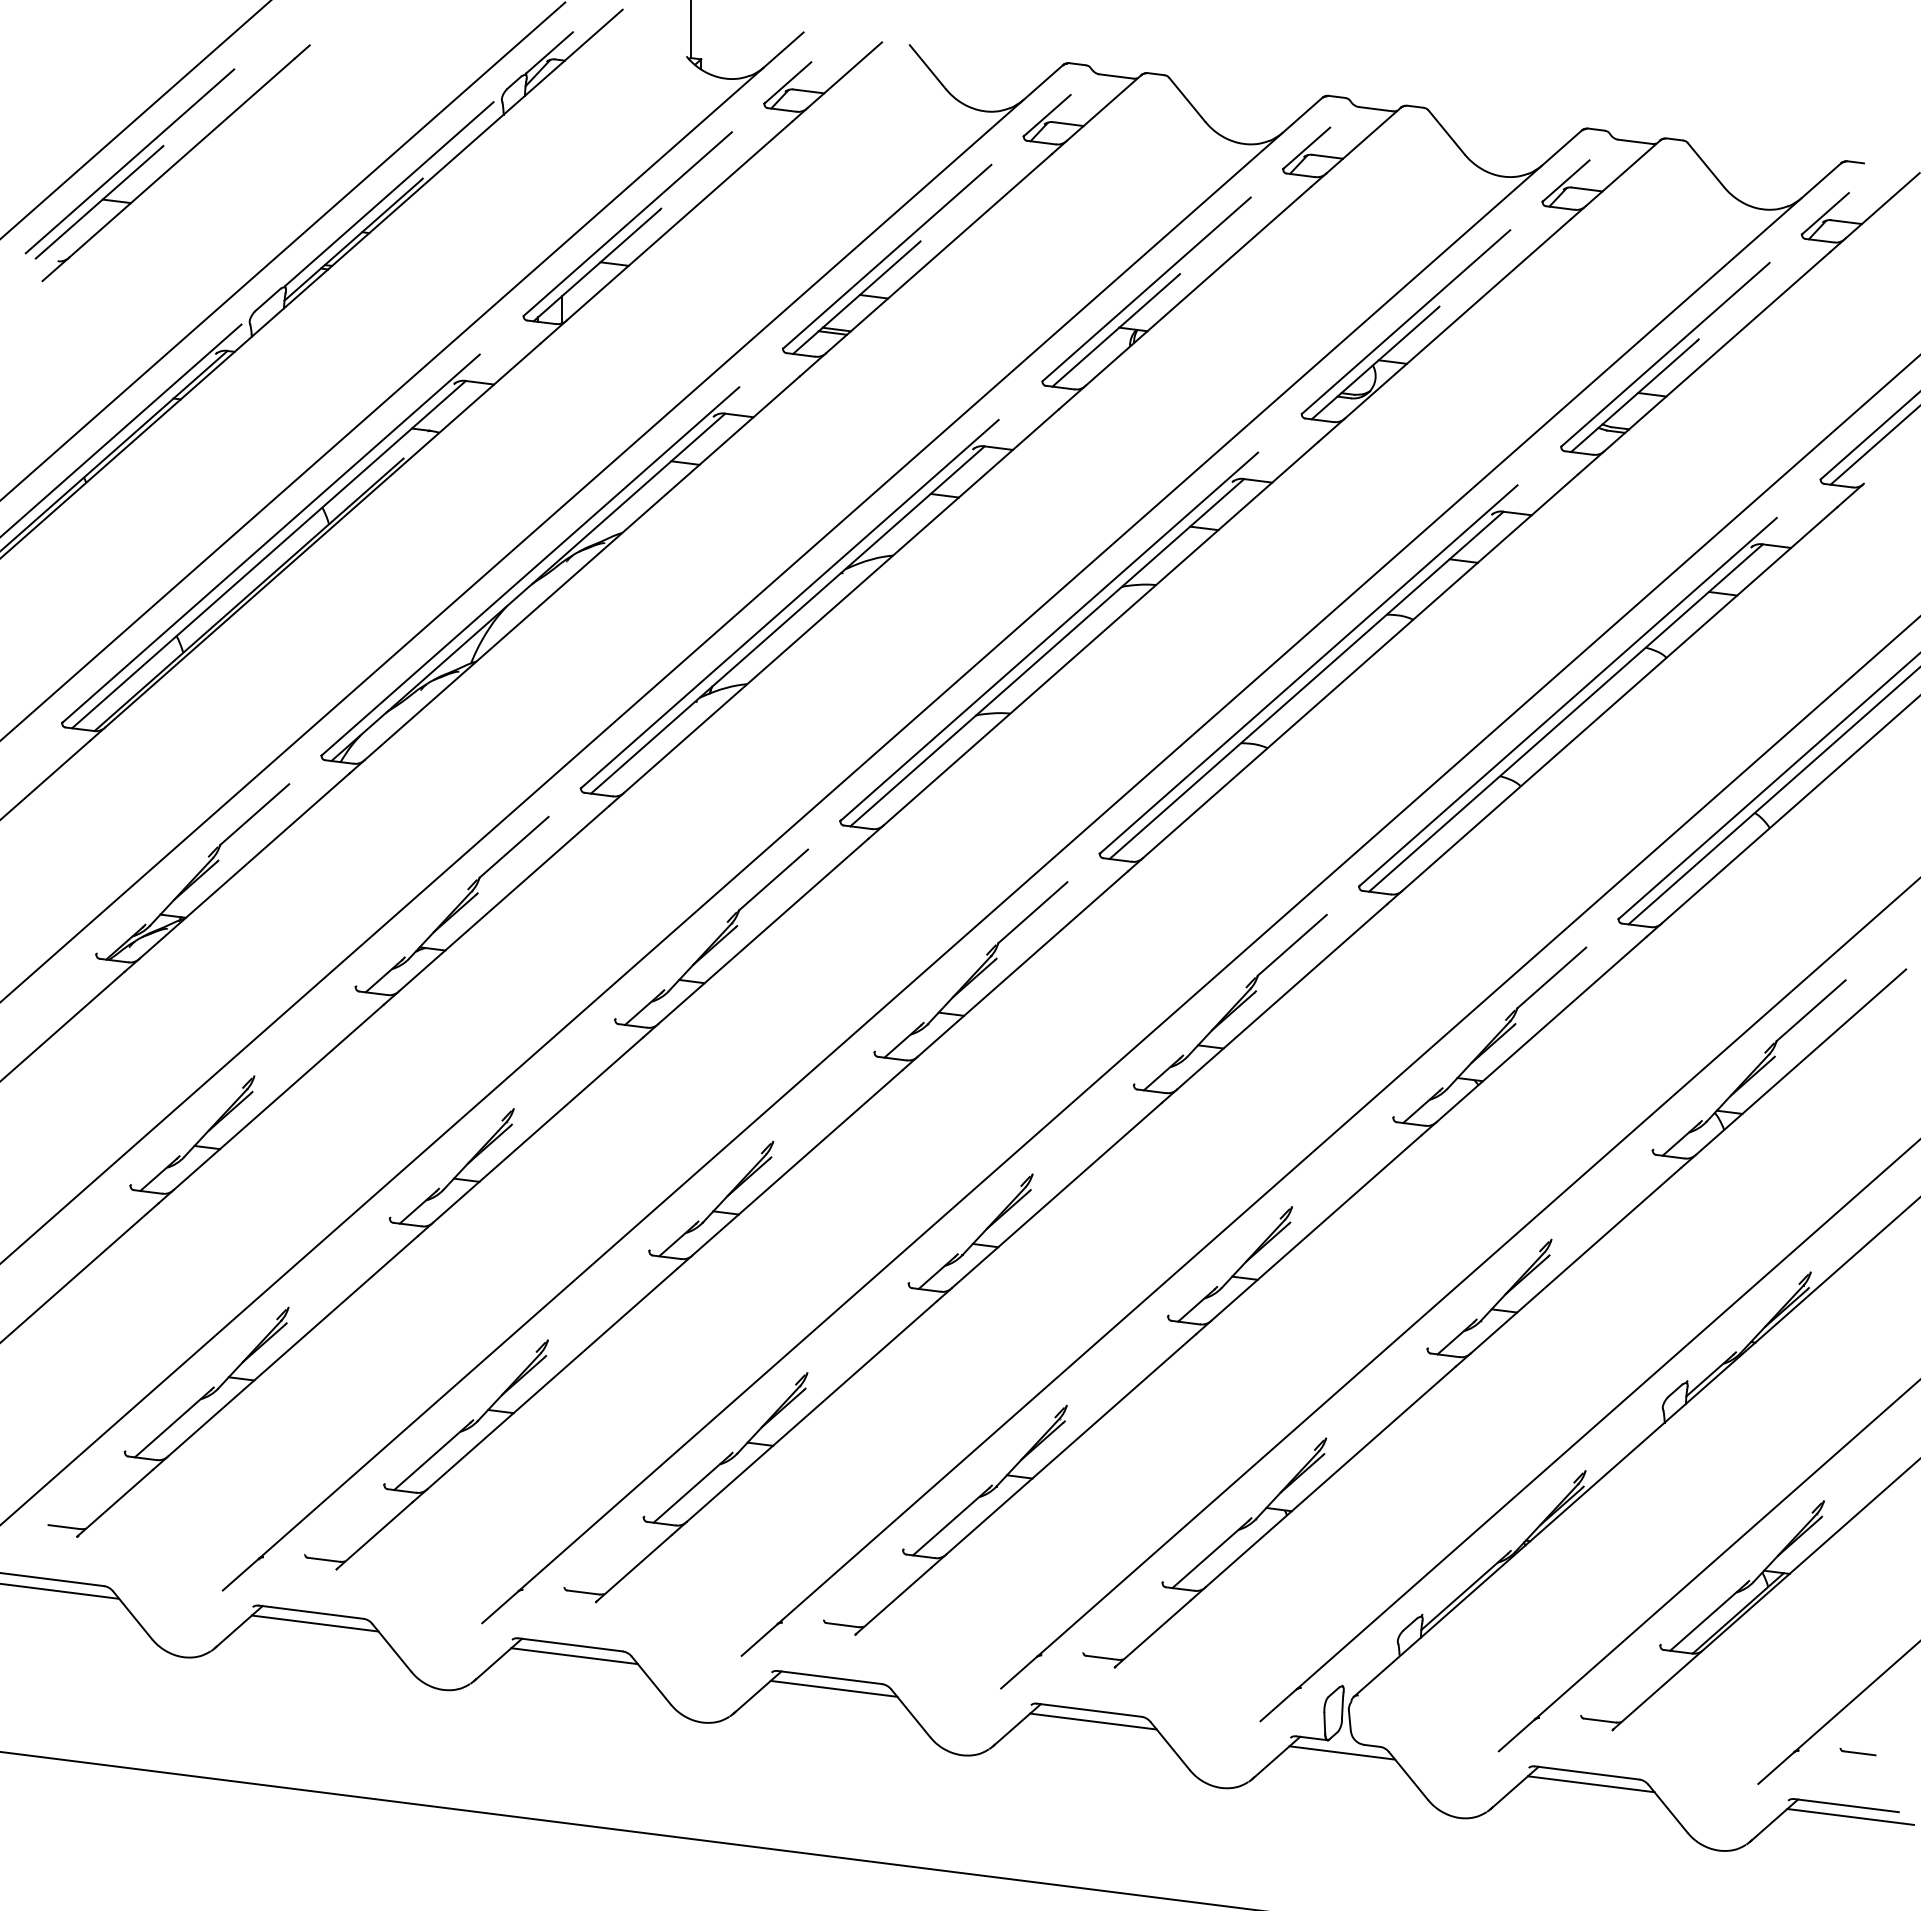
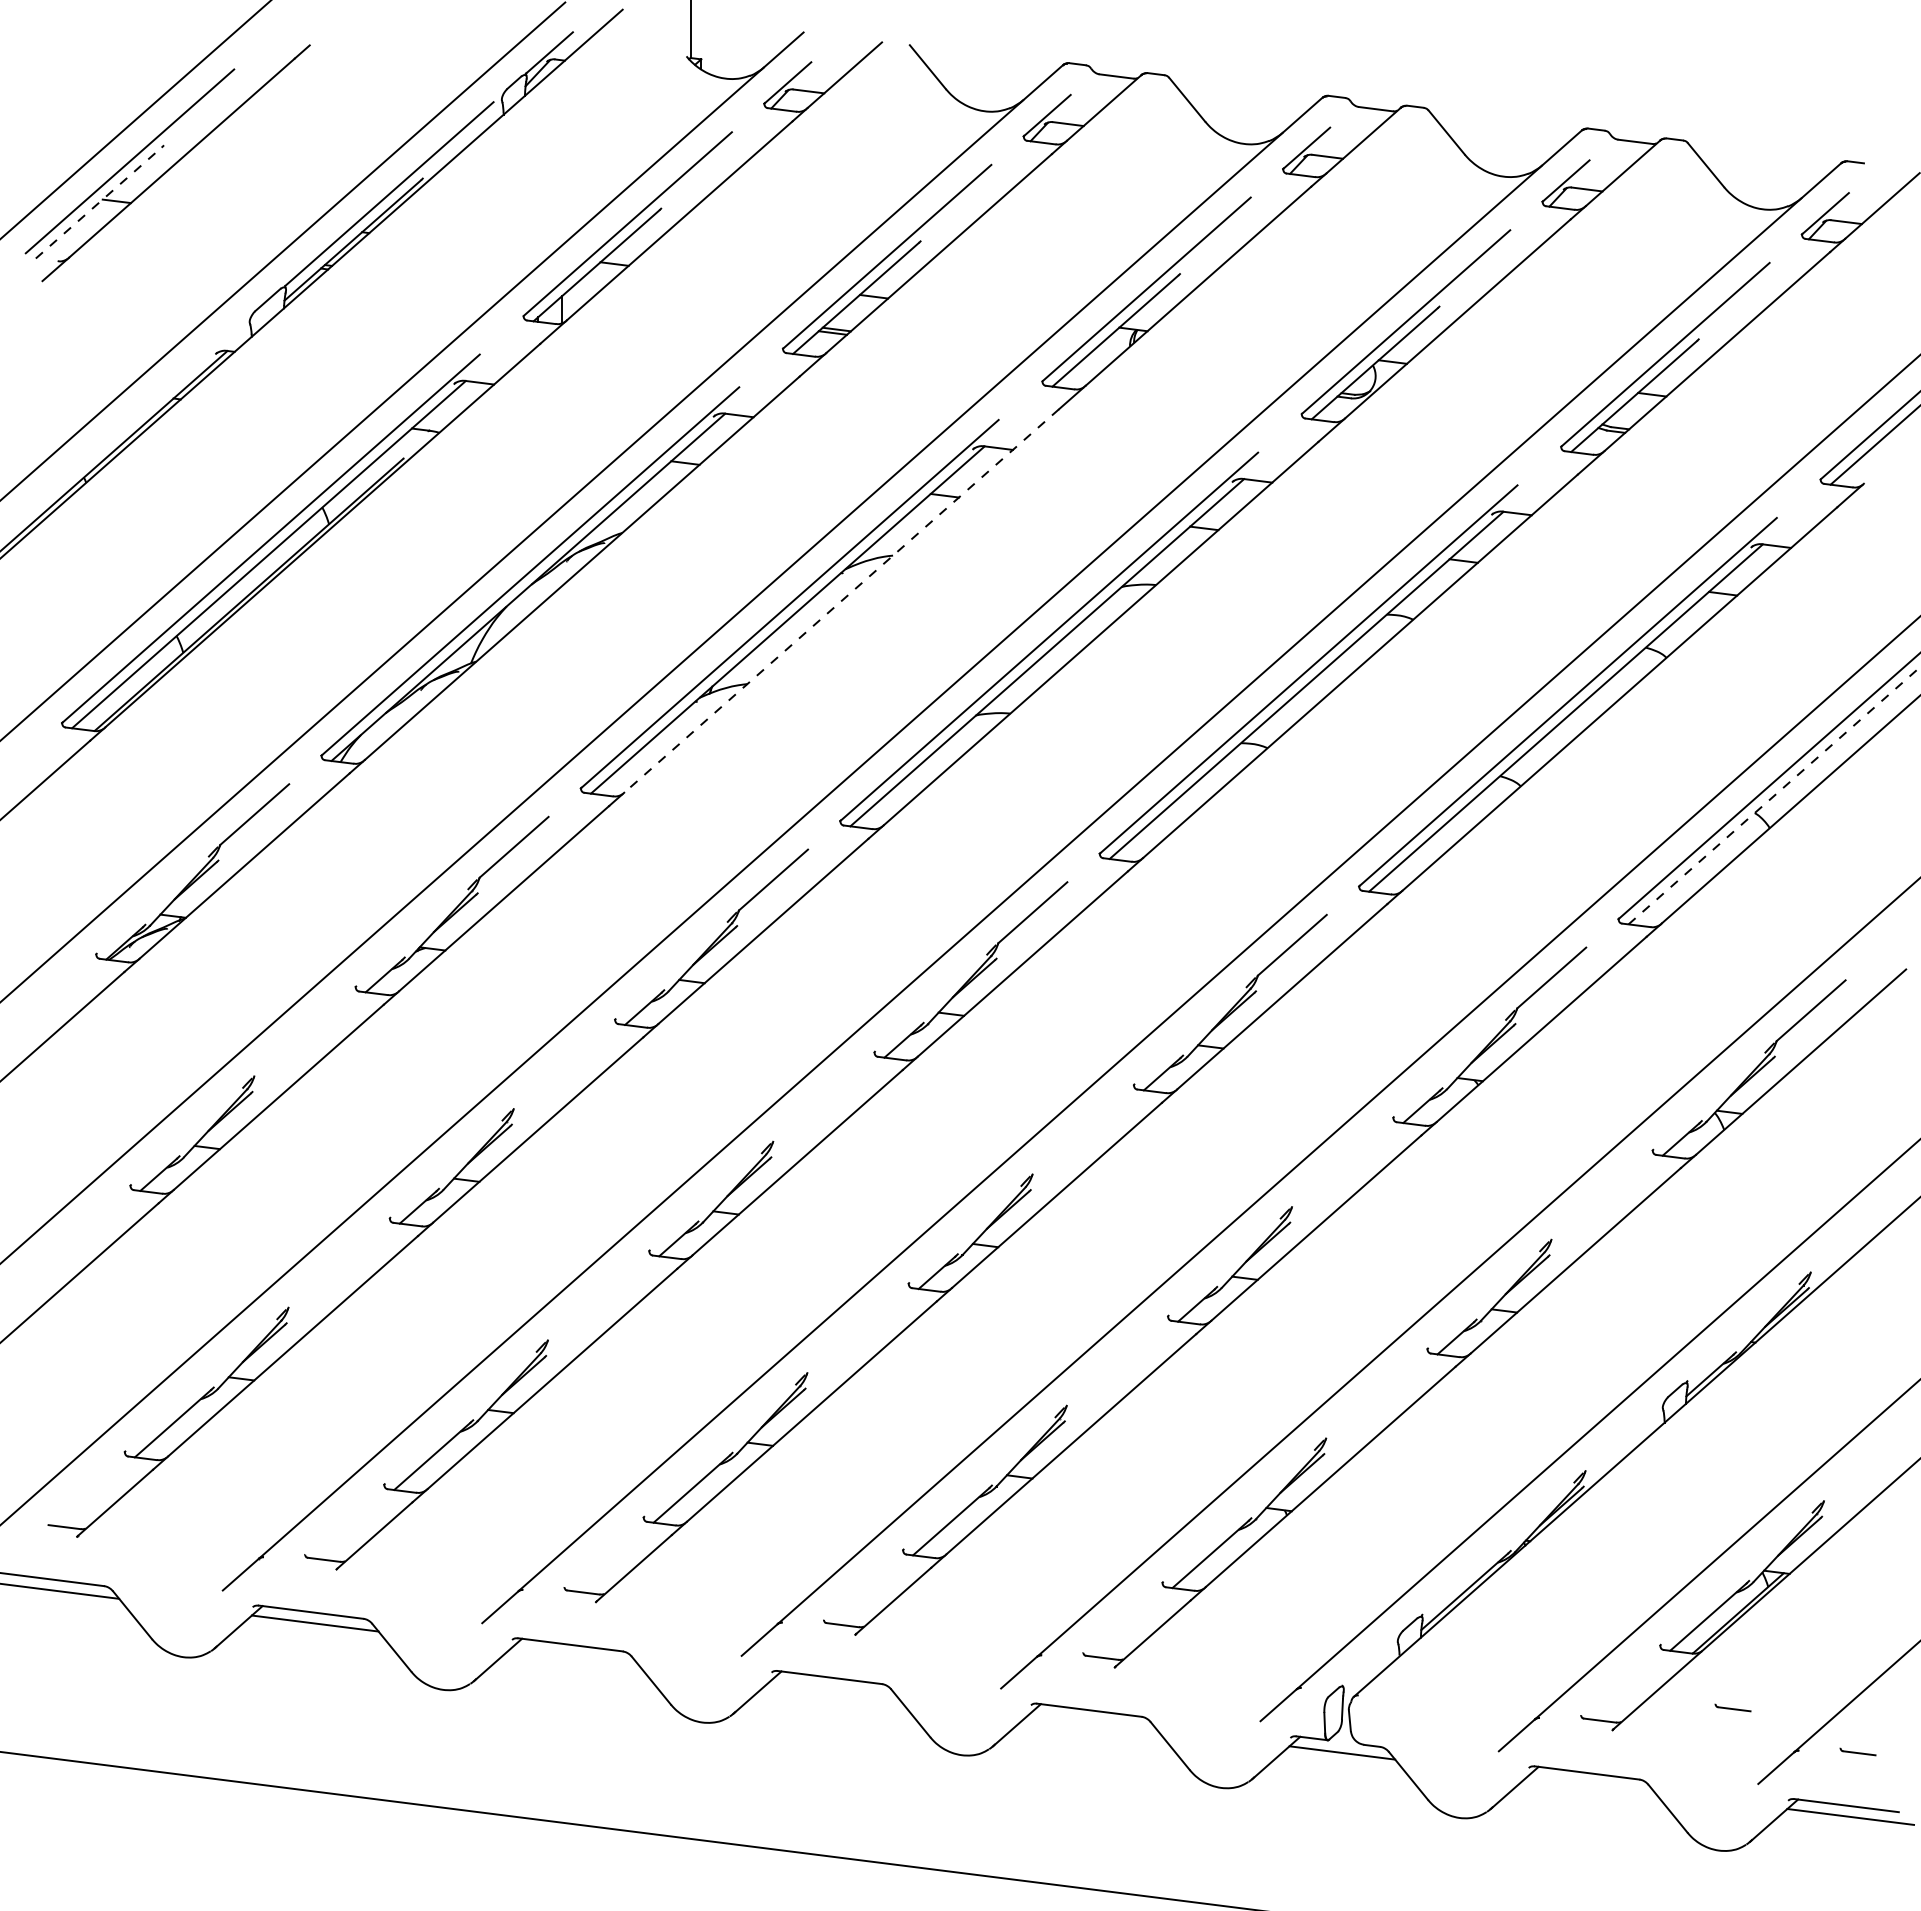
line at (98, 203): solid -> dashed
line at (121, 429): present -> none
line at (841, 601): solid -> dashed
line at (1774, 795): solid -> dashed
line at (574, 1656): present -> none
line at (833, 1688): present -> none
part at (1732, 1707): none -> present
line at (1093, 1721): present -> none
line at (1590, 1784): present -> none
